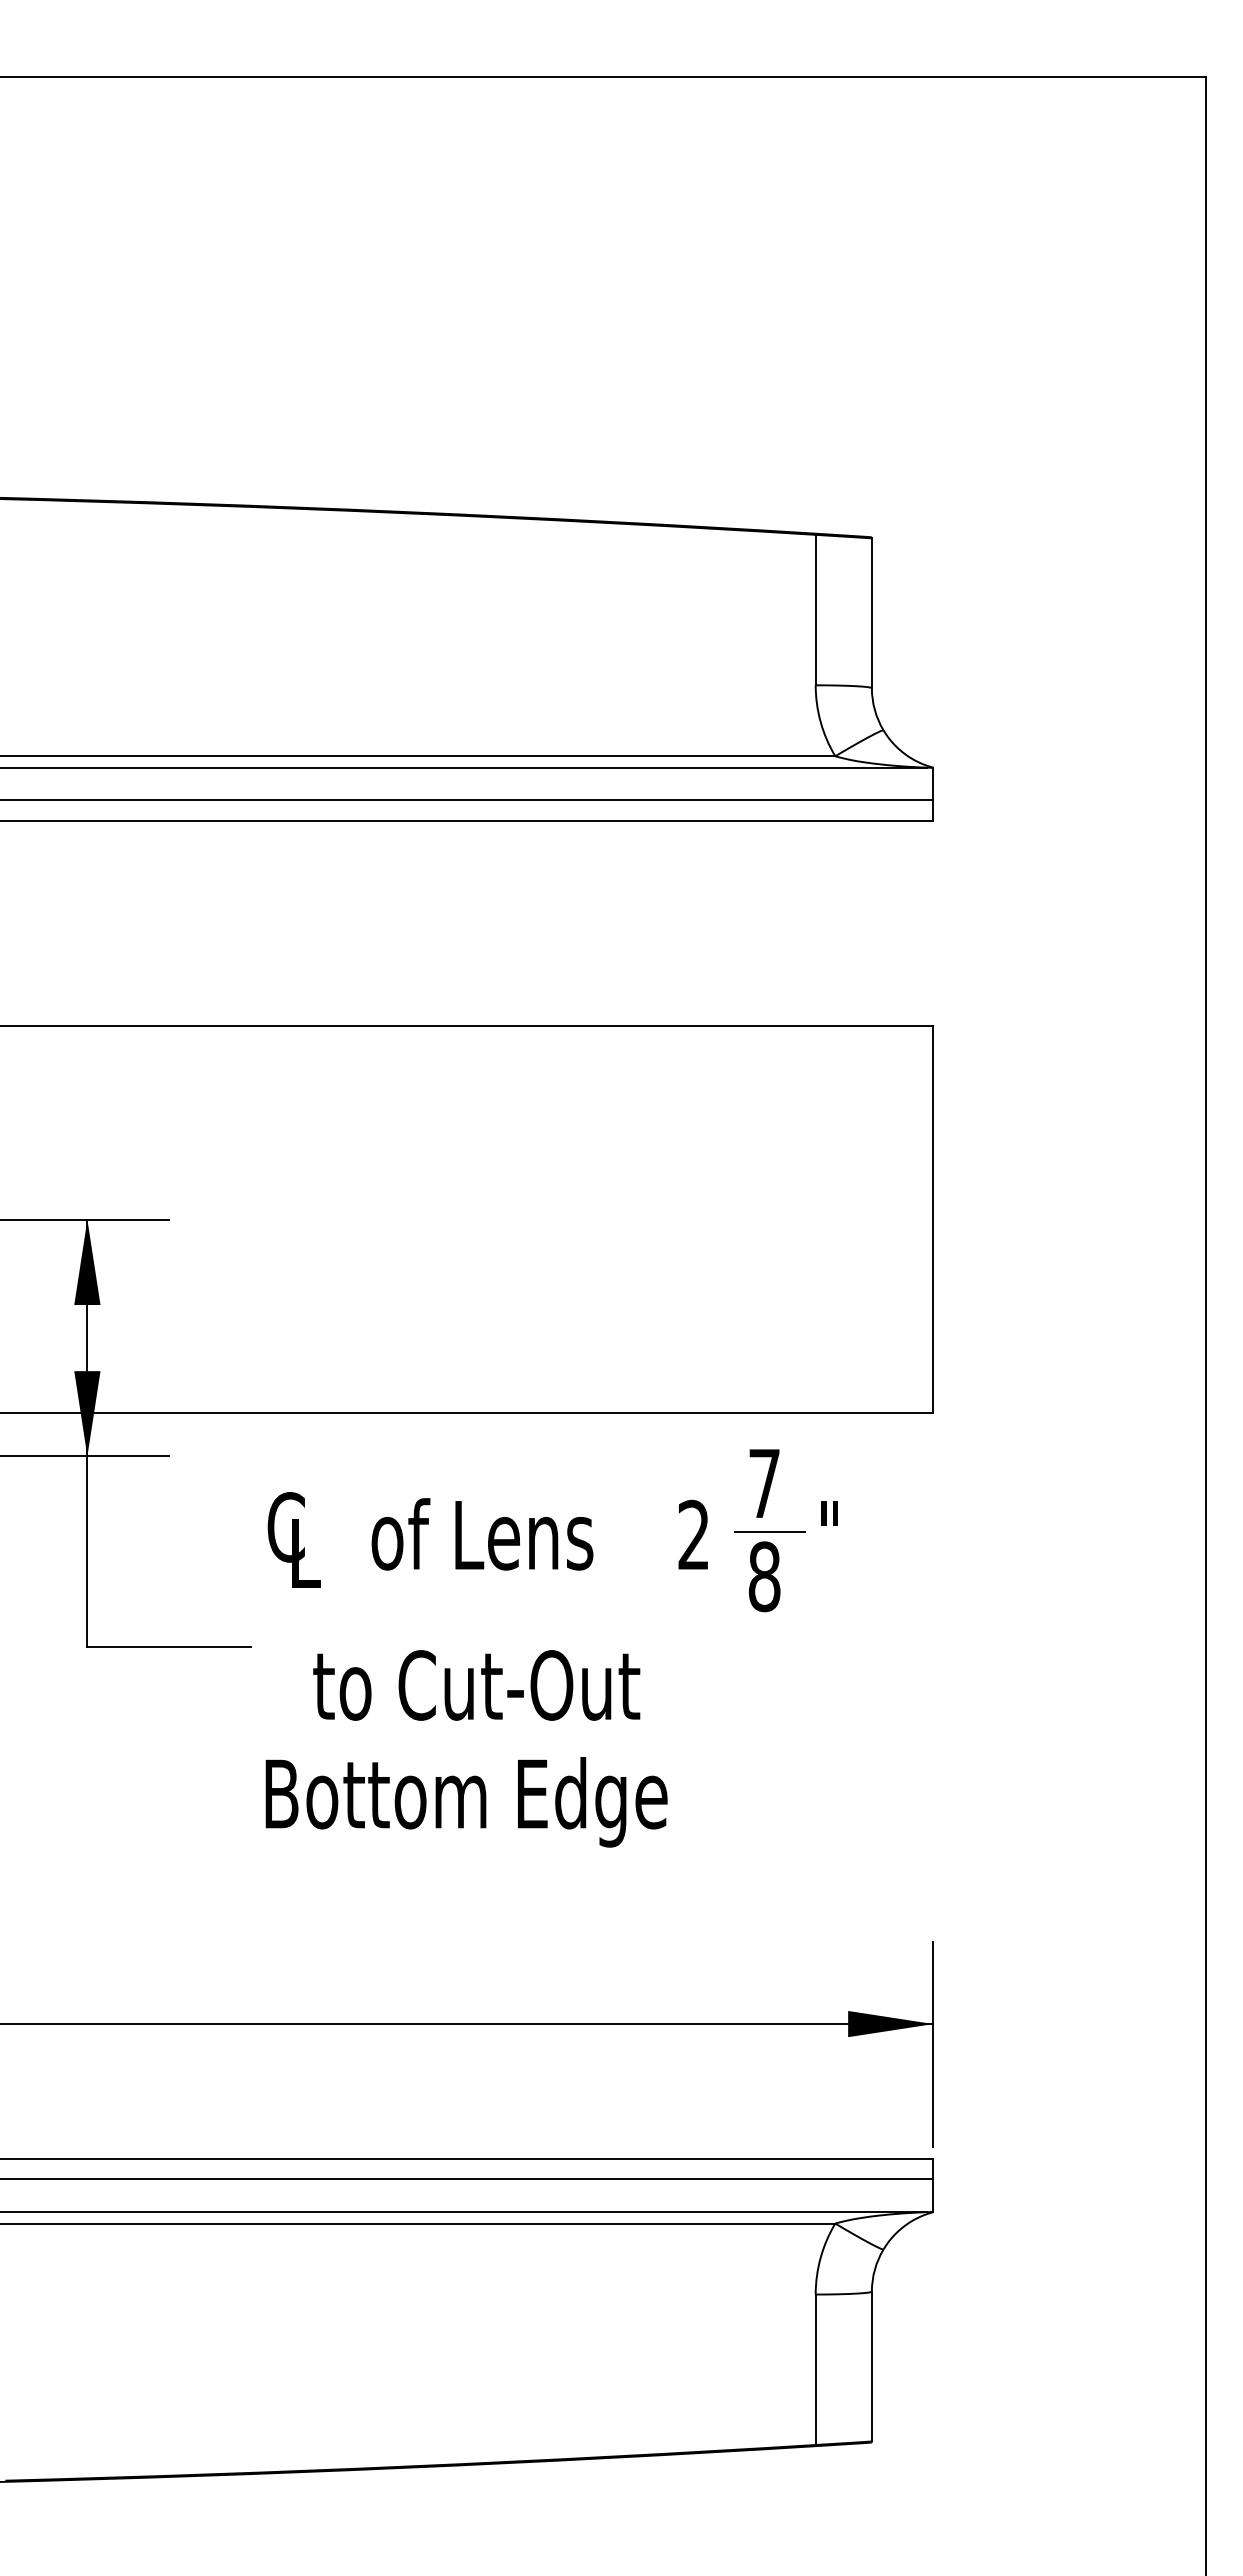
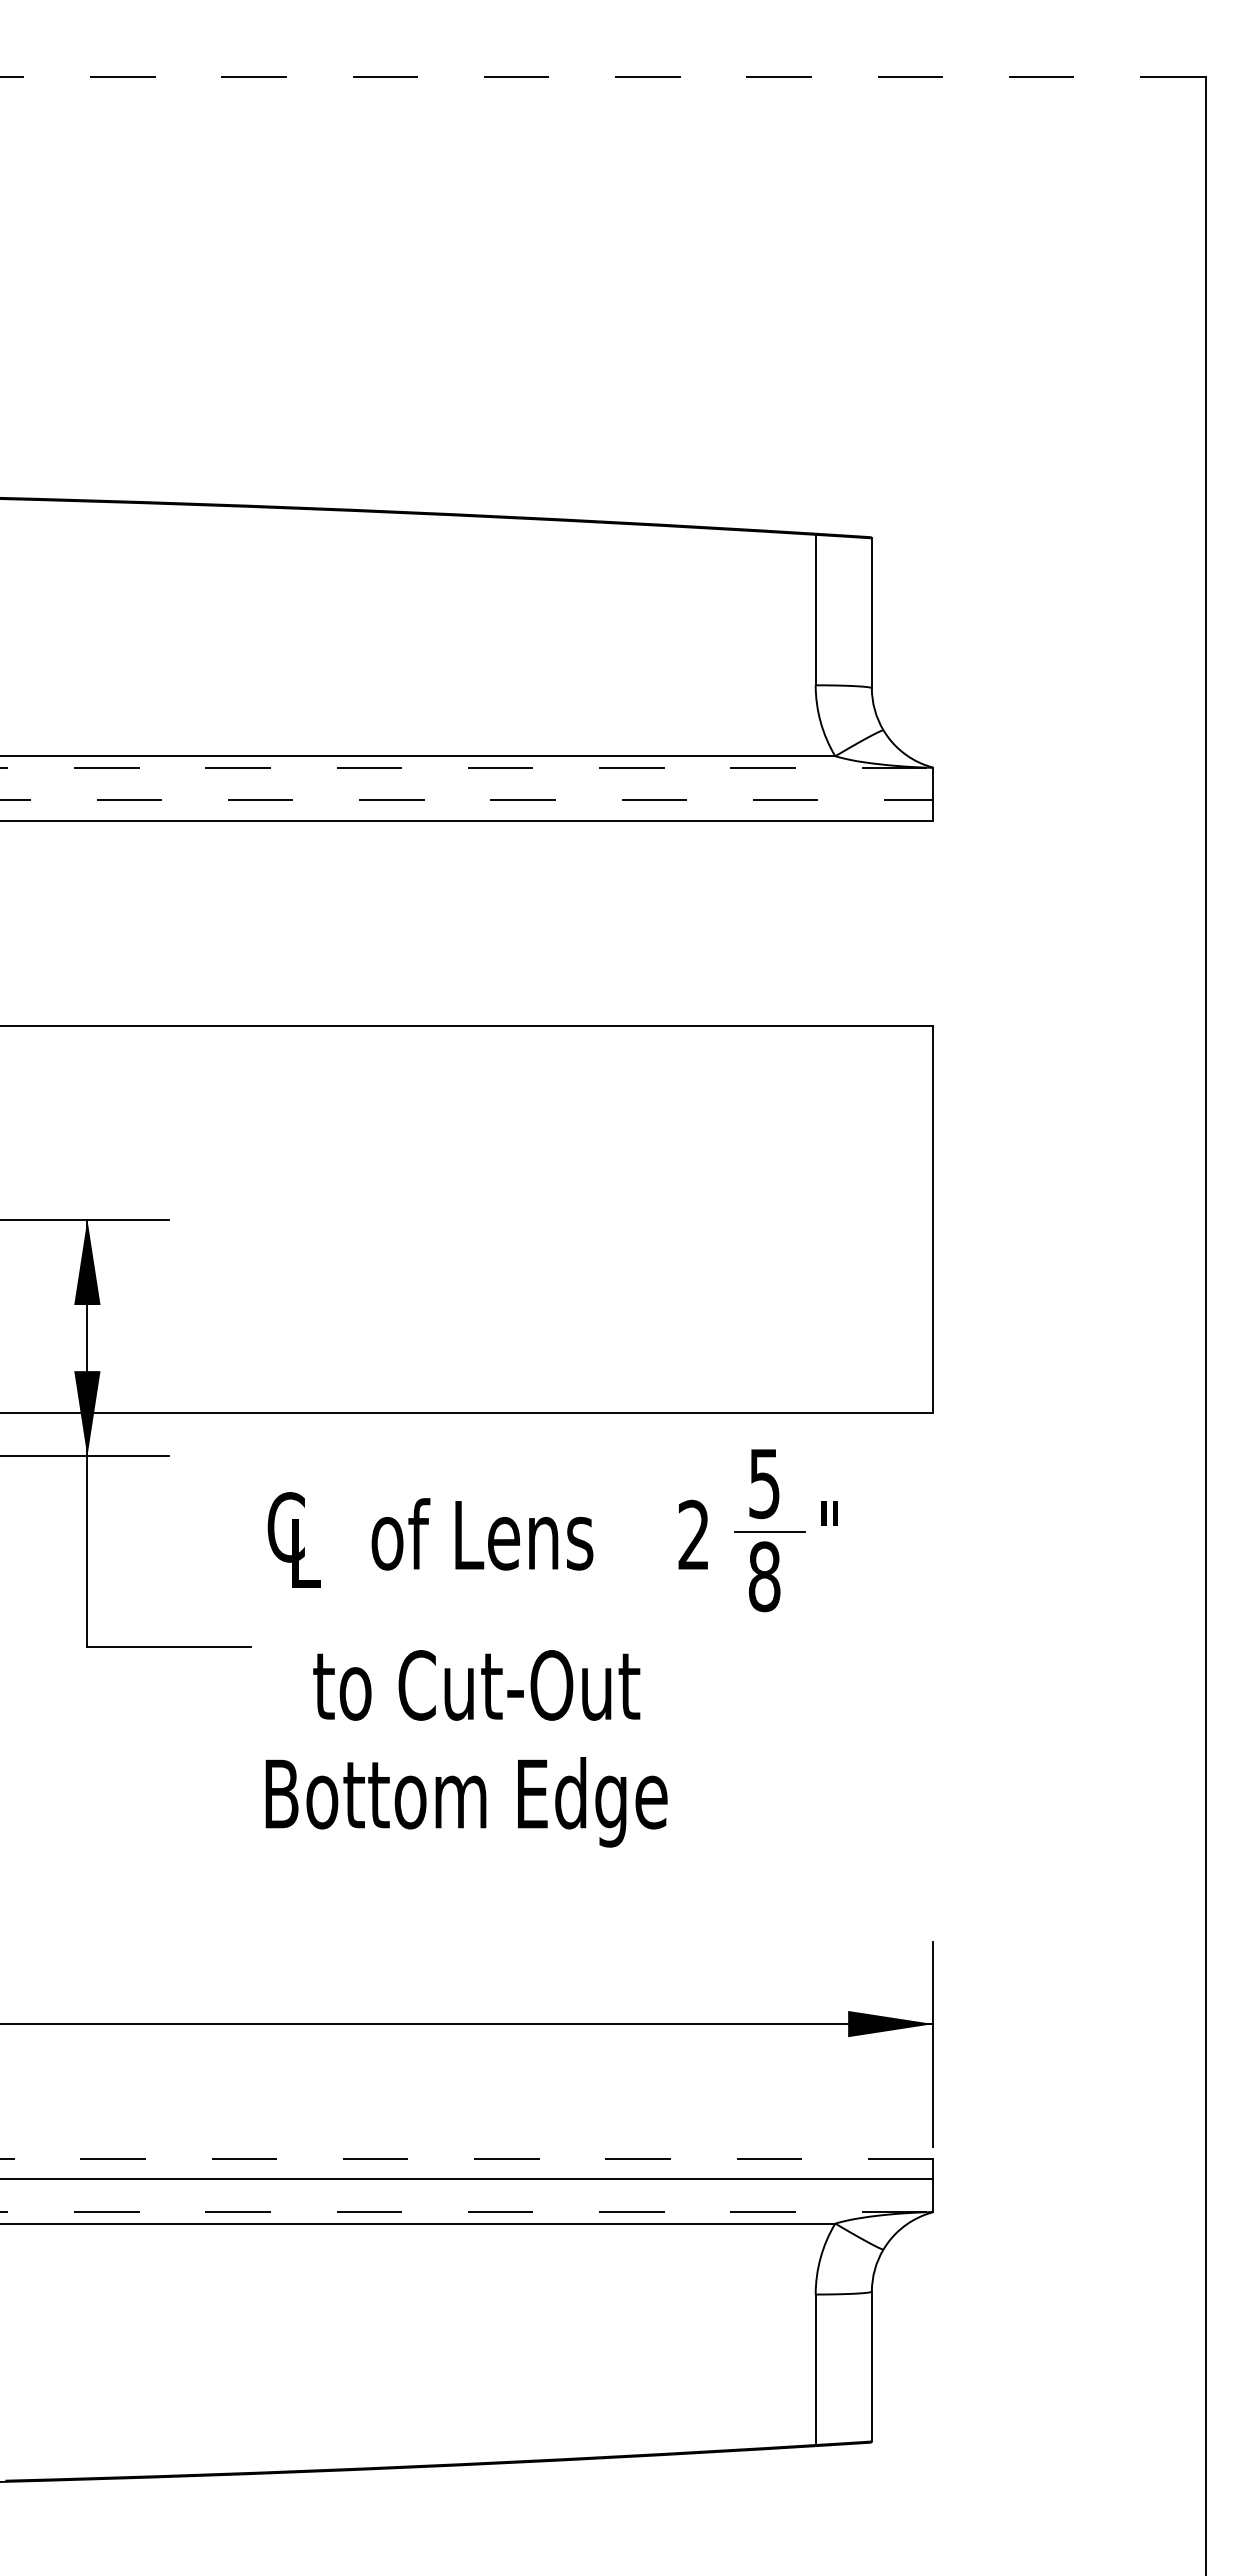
line at (602, 77): solid -> dashed
line at (463, 767): solid -> dashed
line at (467, 800): solid -> dashed
text at (764, 1484): 7 -> 5
line at (466, 2158): solid -> dashed
line at (463, 2212): solid -> dashed
